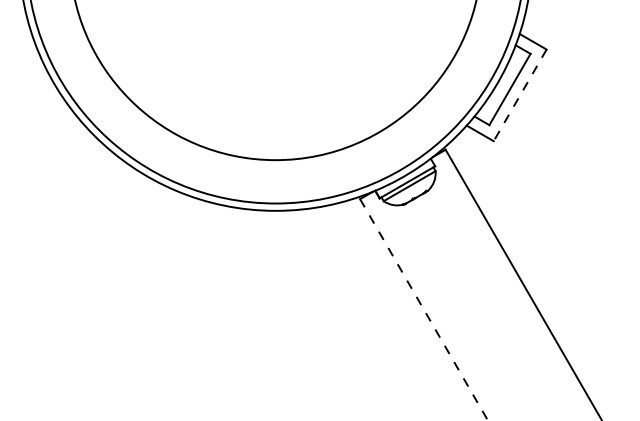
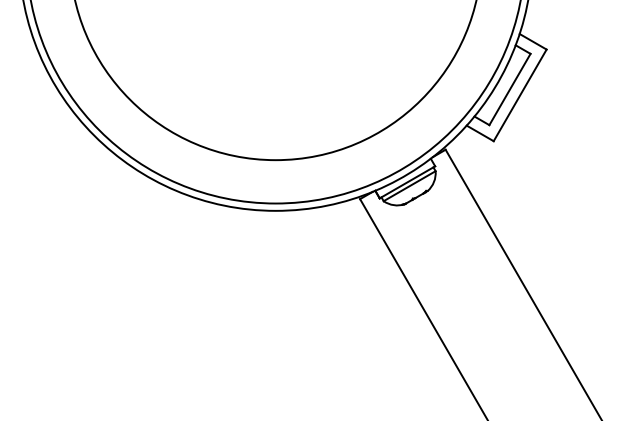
line at (520, 95): dashed -> solid
line at (424, 309): dashed -> solid
